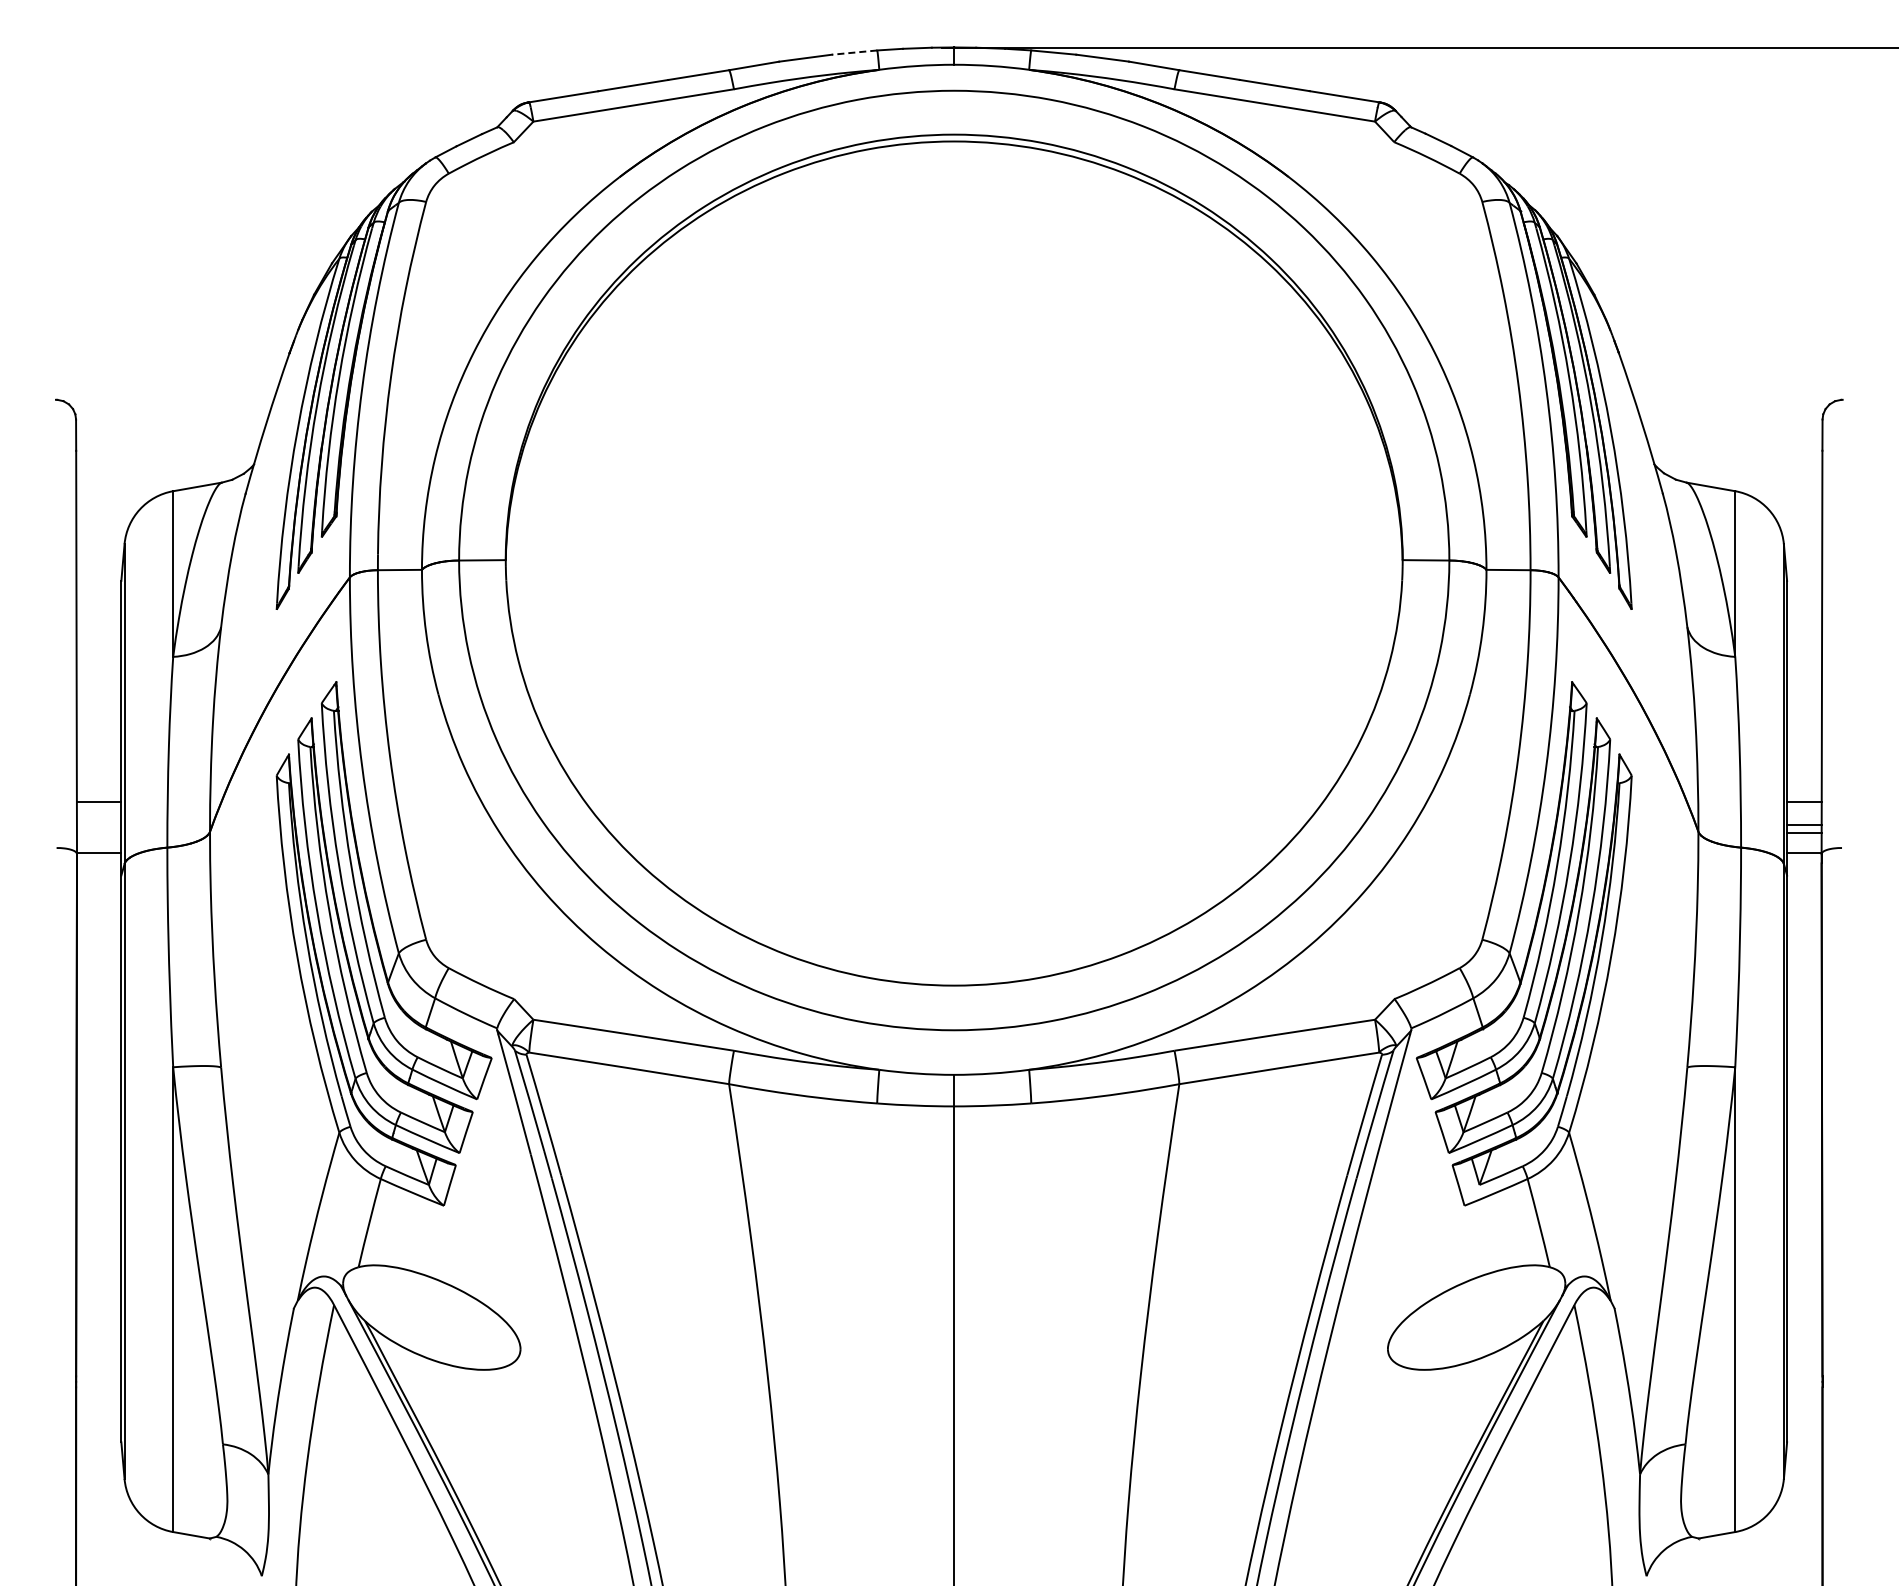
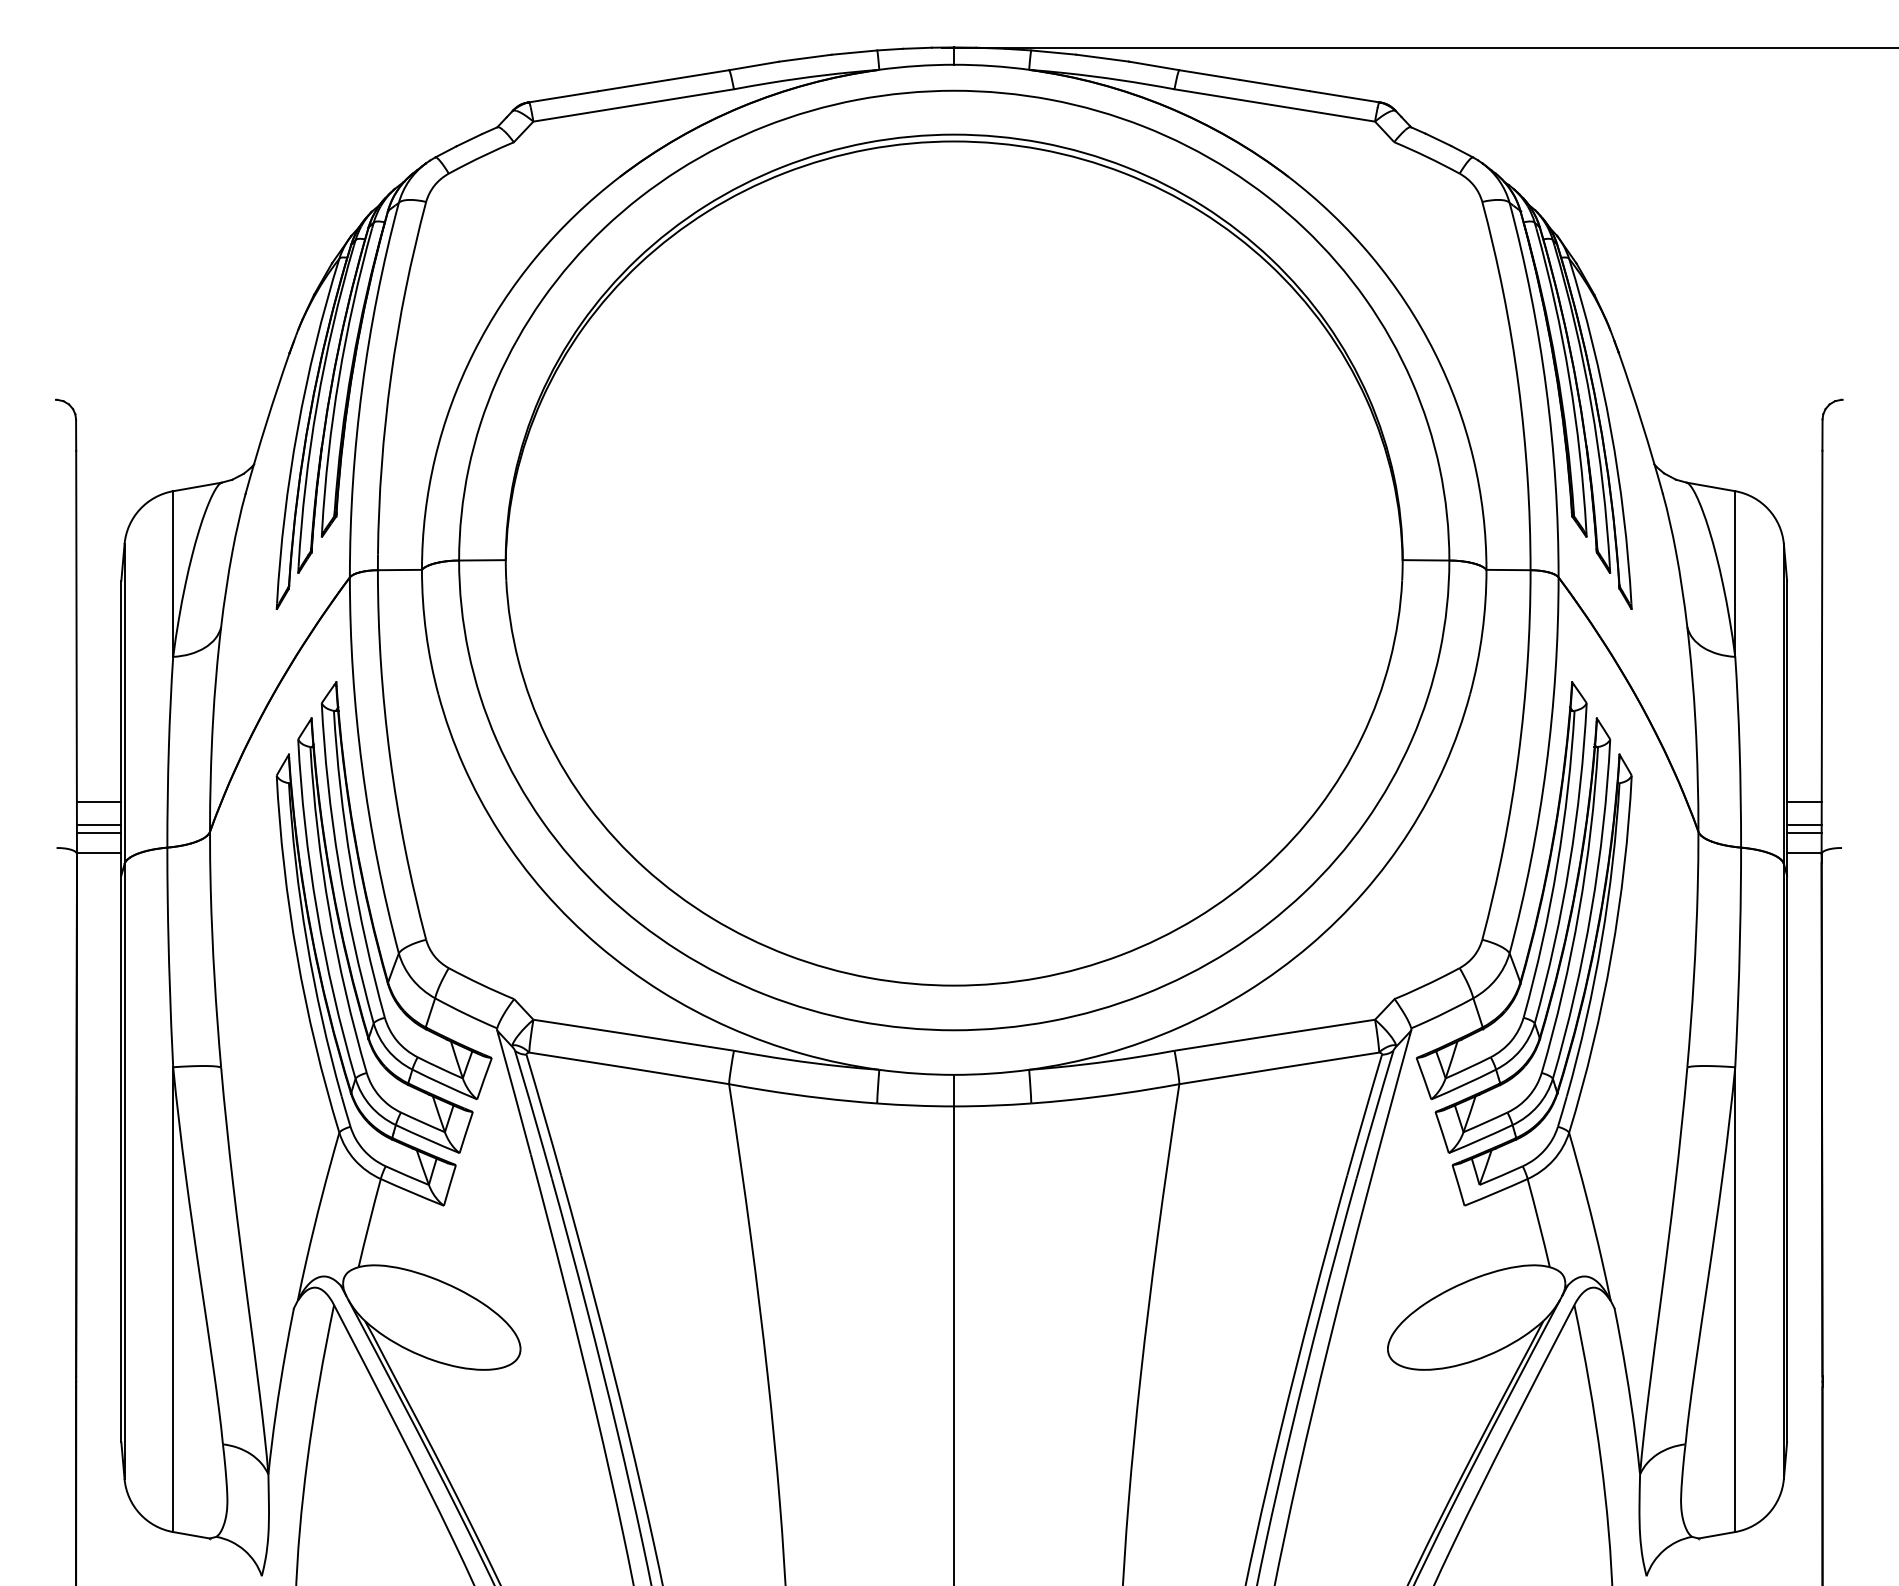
line at (854, 52): dashed -> solid
line at (98, 824): none -> present
line at (98, 832): none -> present
